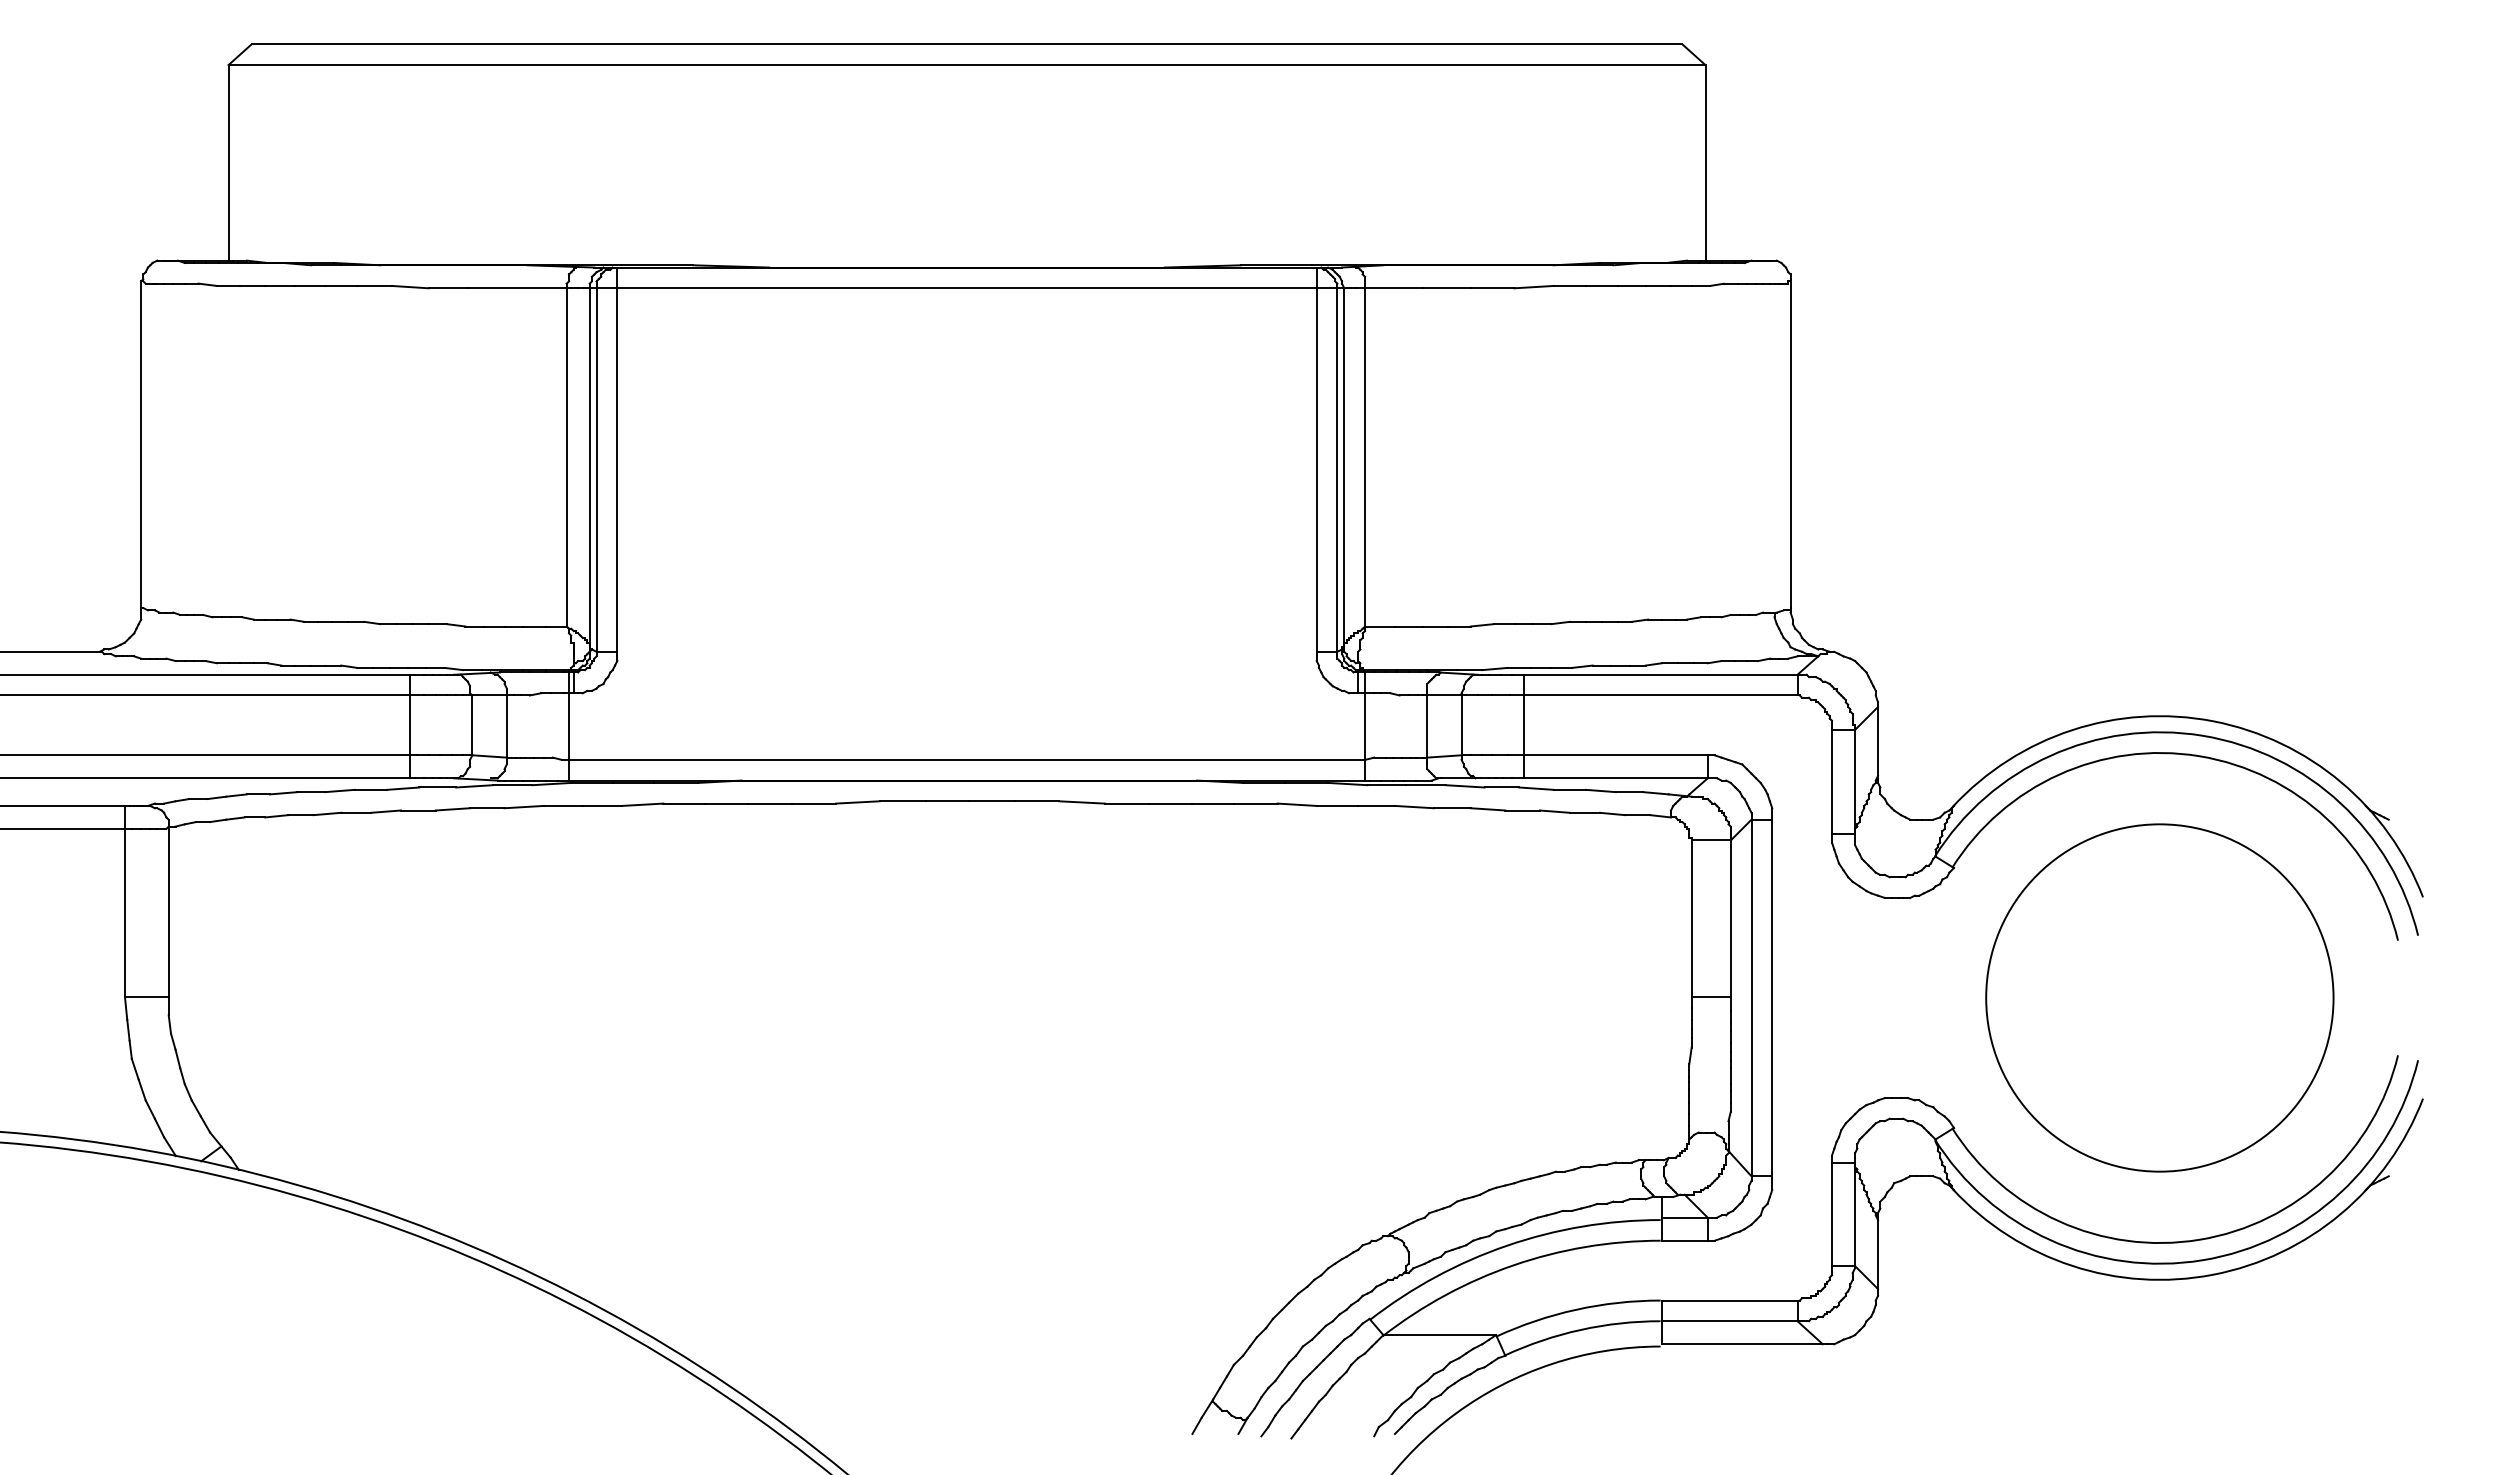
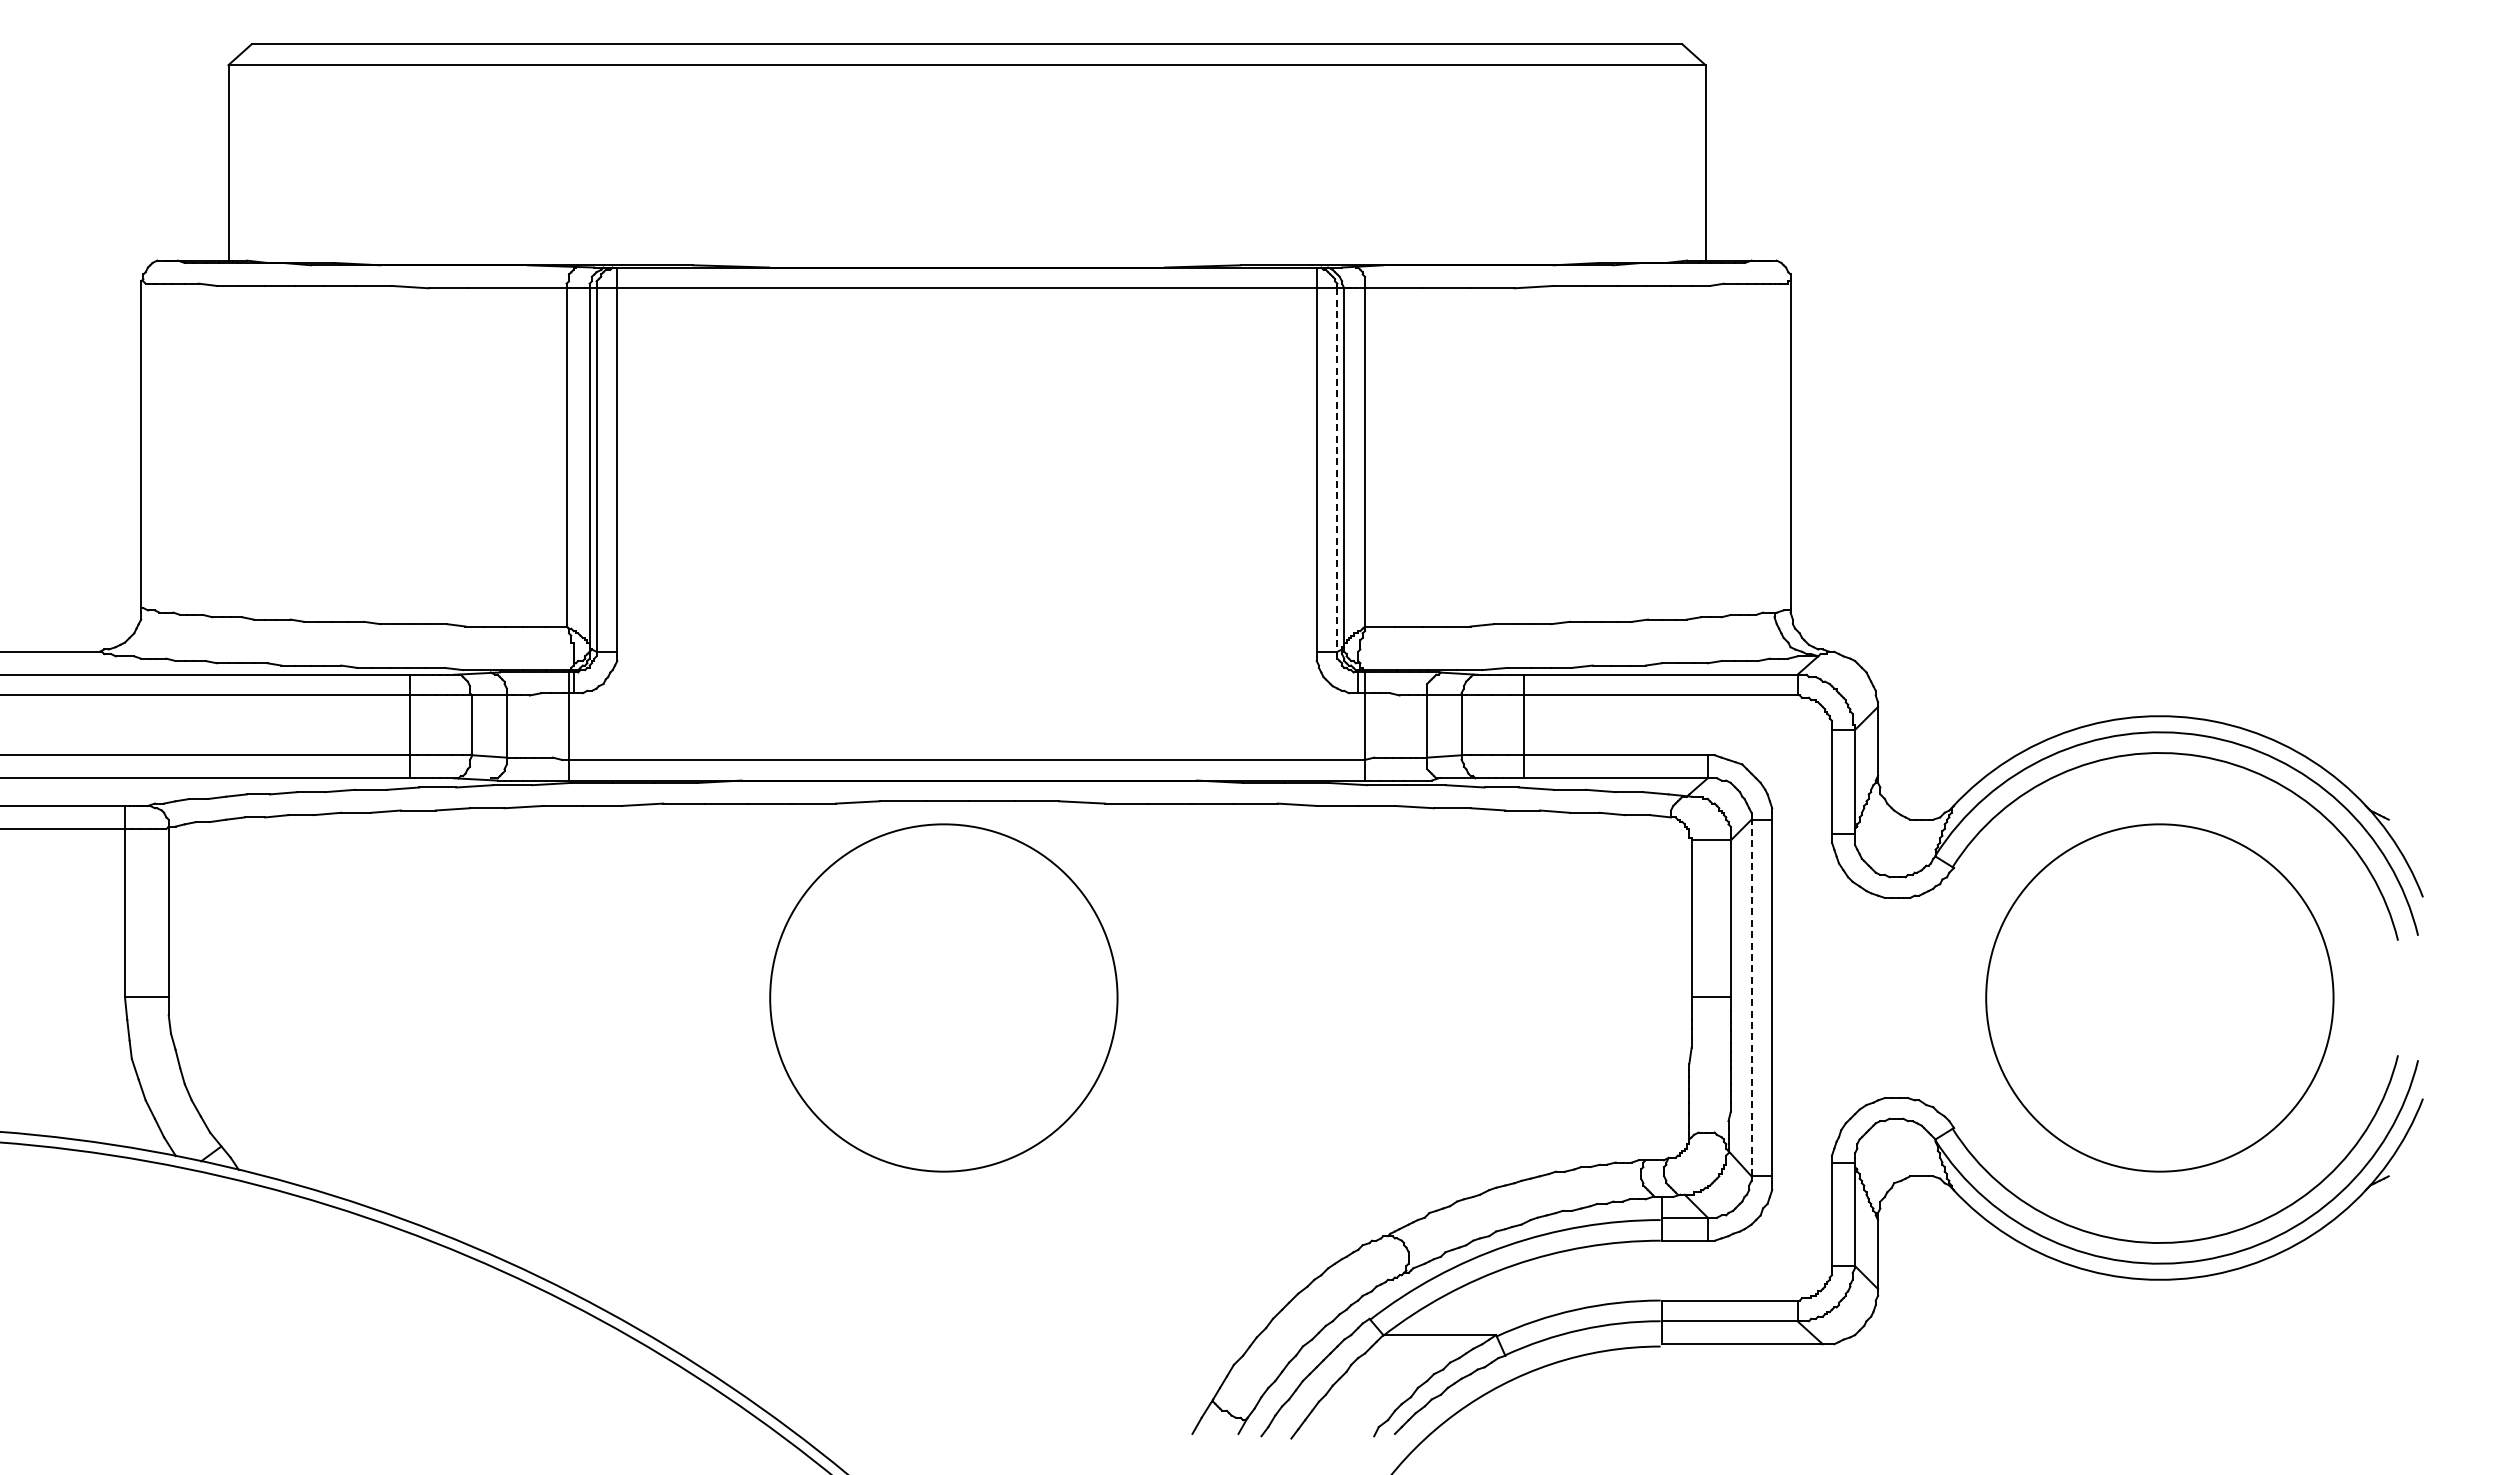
line at (1337, 470): solid -> dashed
part at (943, 997): none -> present
line at (1751, 997): solid -> dashed
